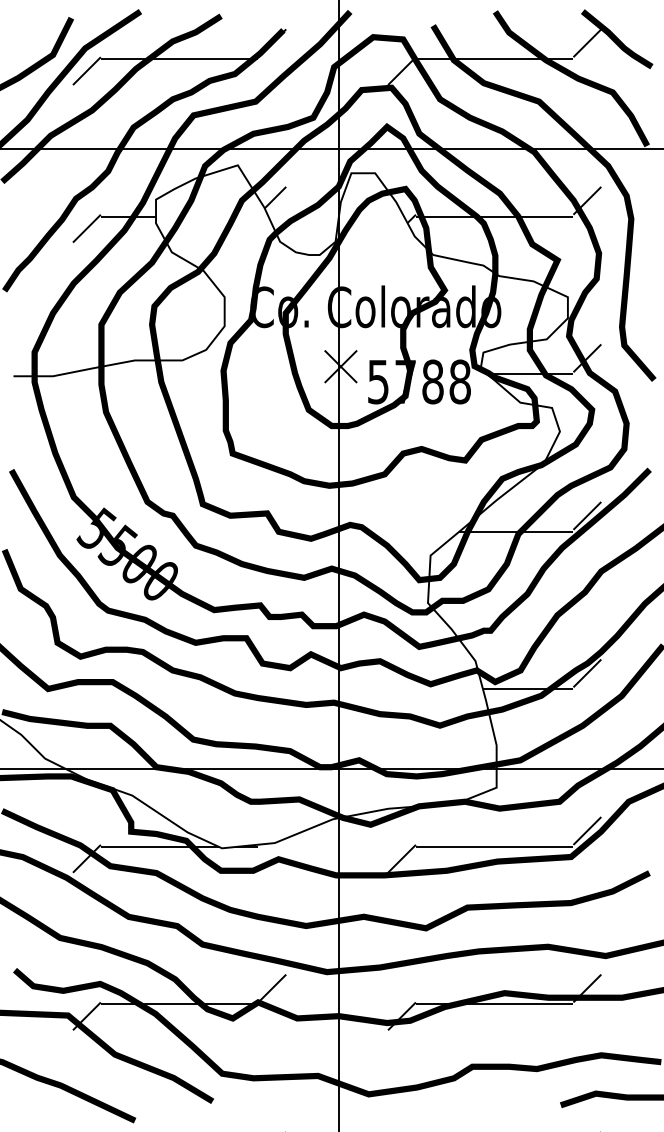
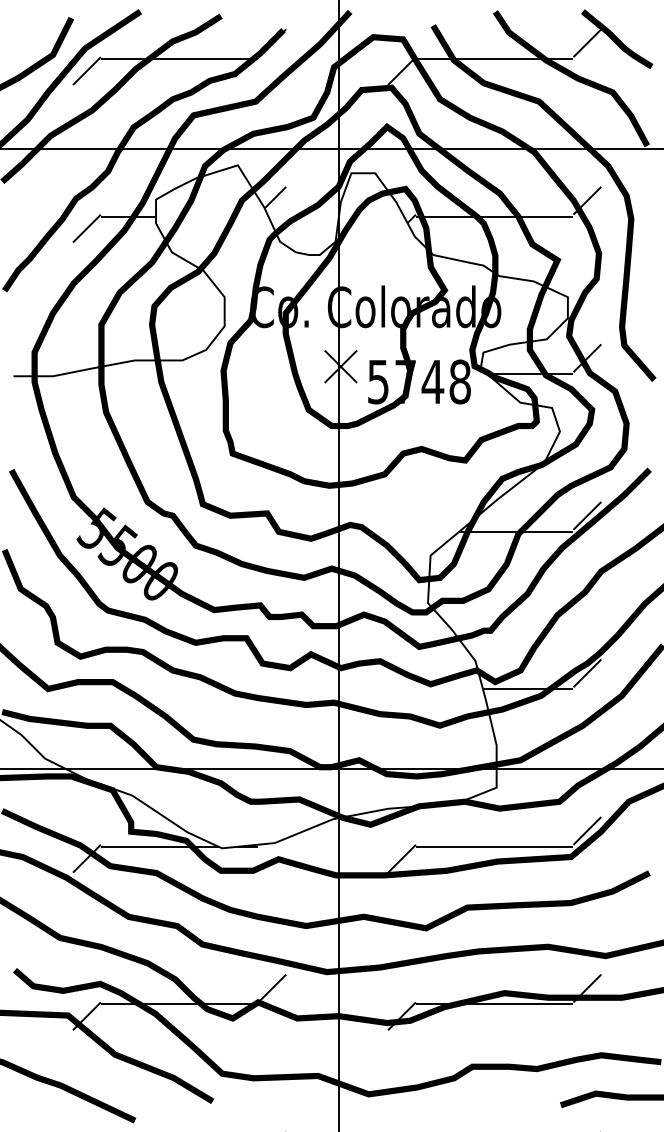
text at (432, 381): 5788 -> 5748
